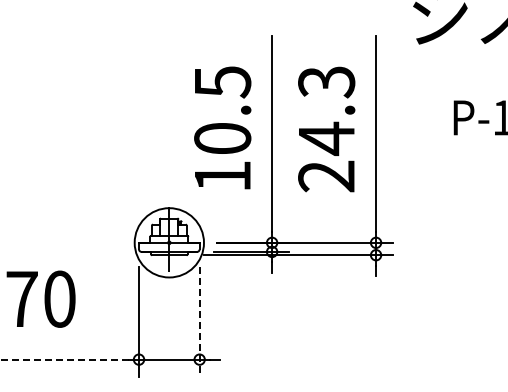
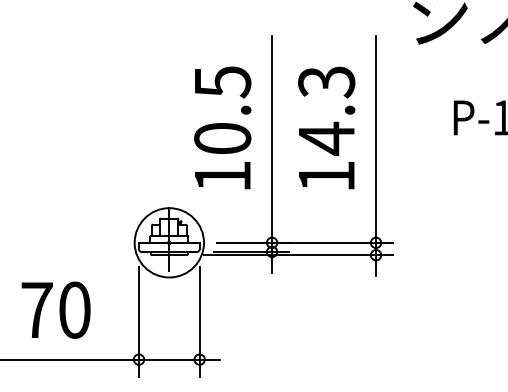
text at (326, 176): 24.3 -> 14.3
text at (40, 298) position: (40, 298) -> (55, 309)
line at (199, 322): dashed -> solid
line at (63, 359): dashed -> solid
